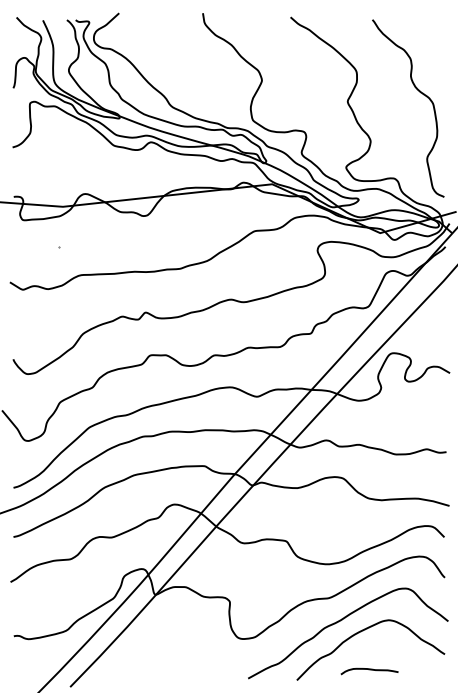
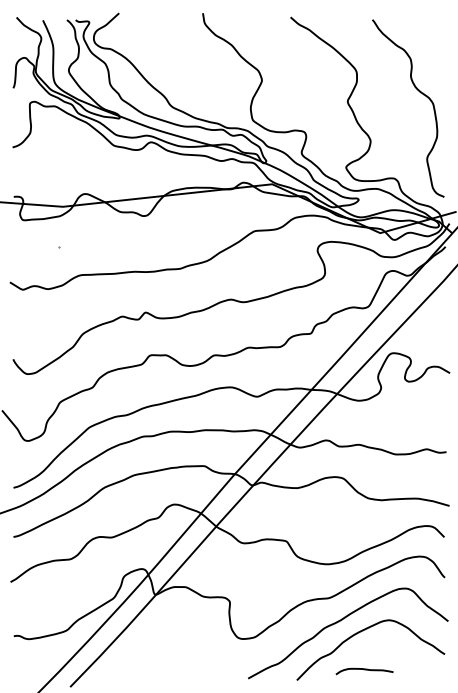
curve at (369, 670) position: (369, 670) -> (364, 670)
